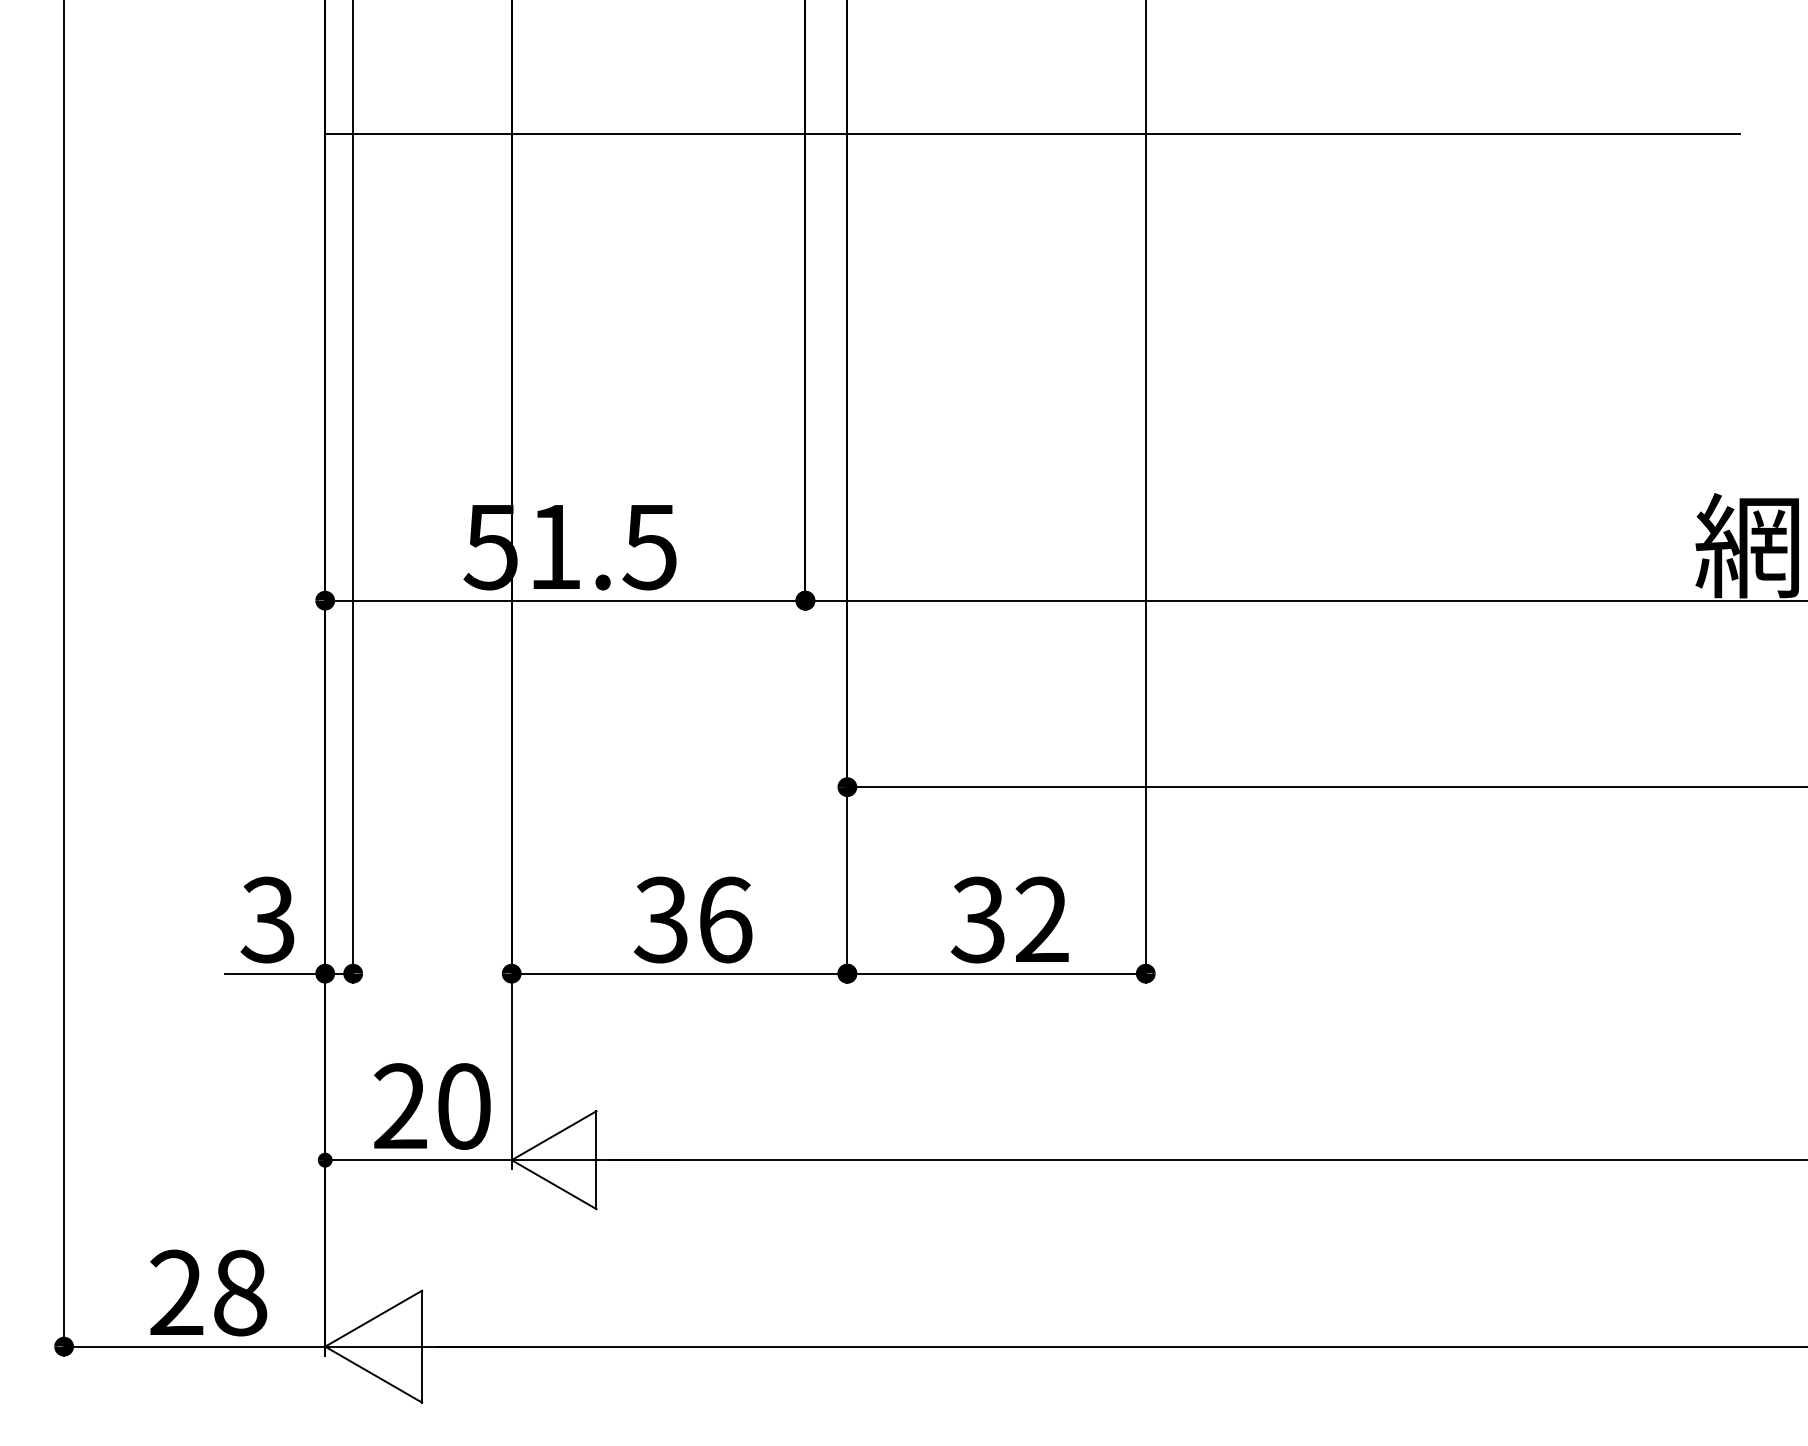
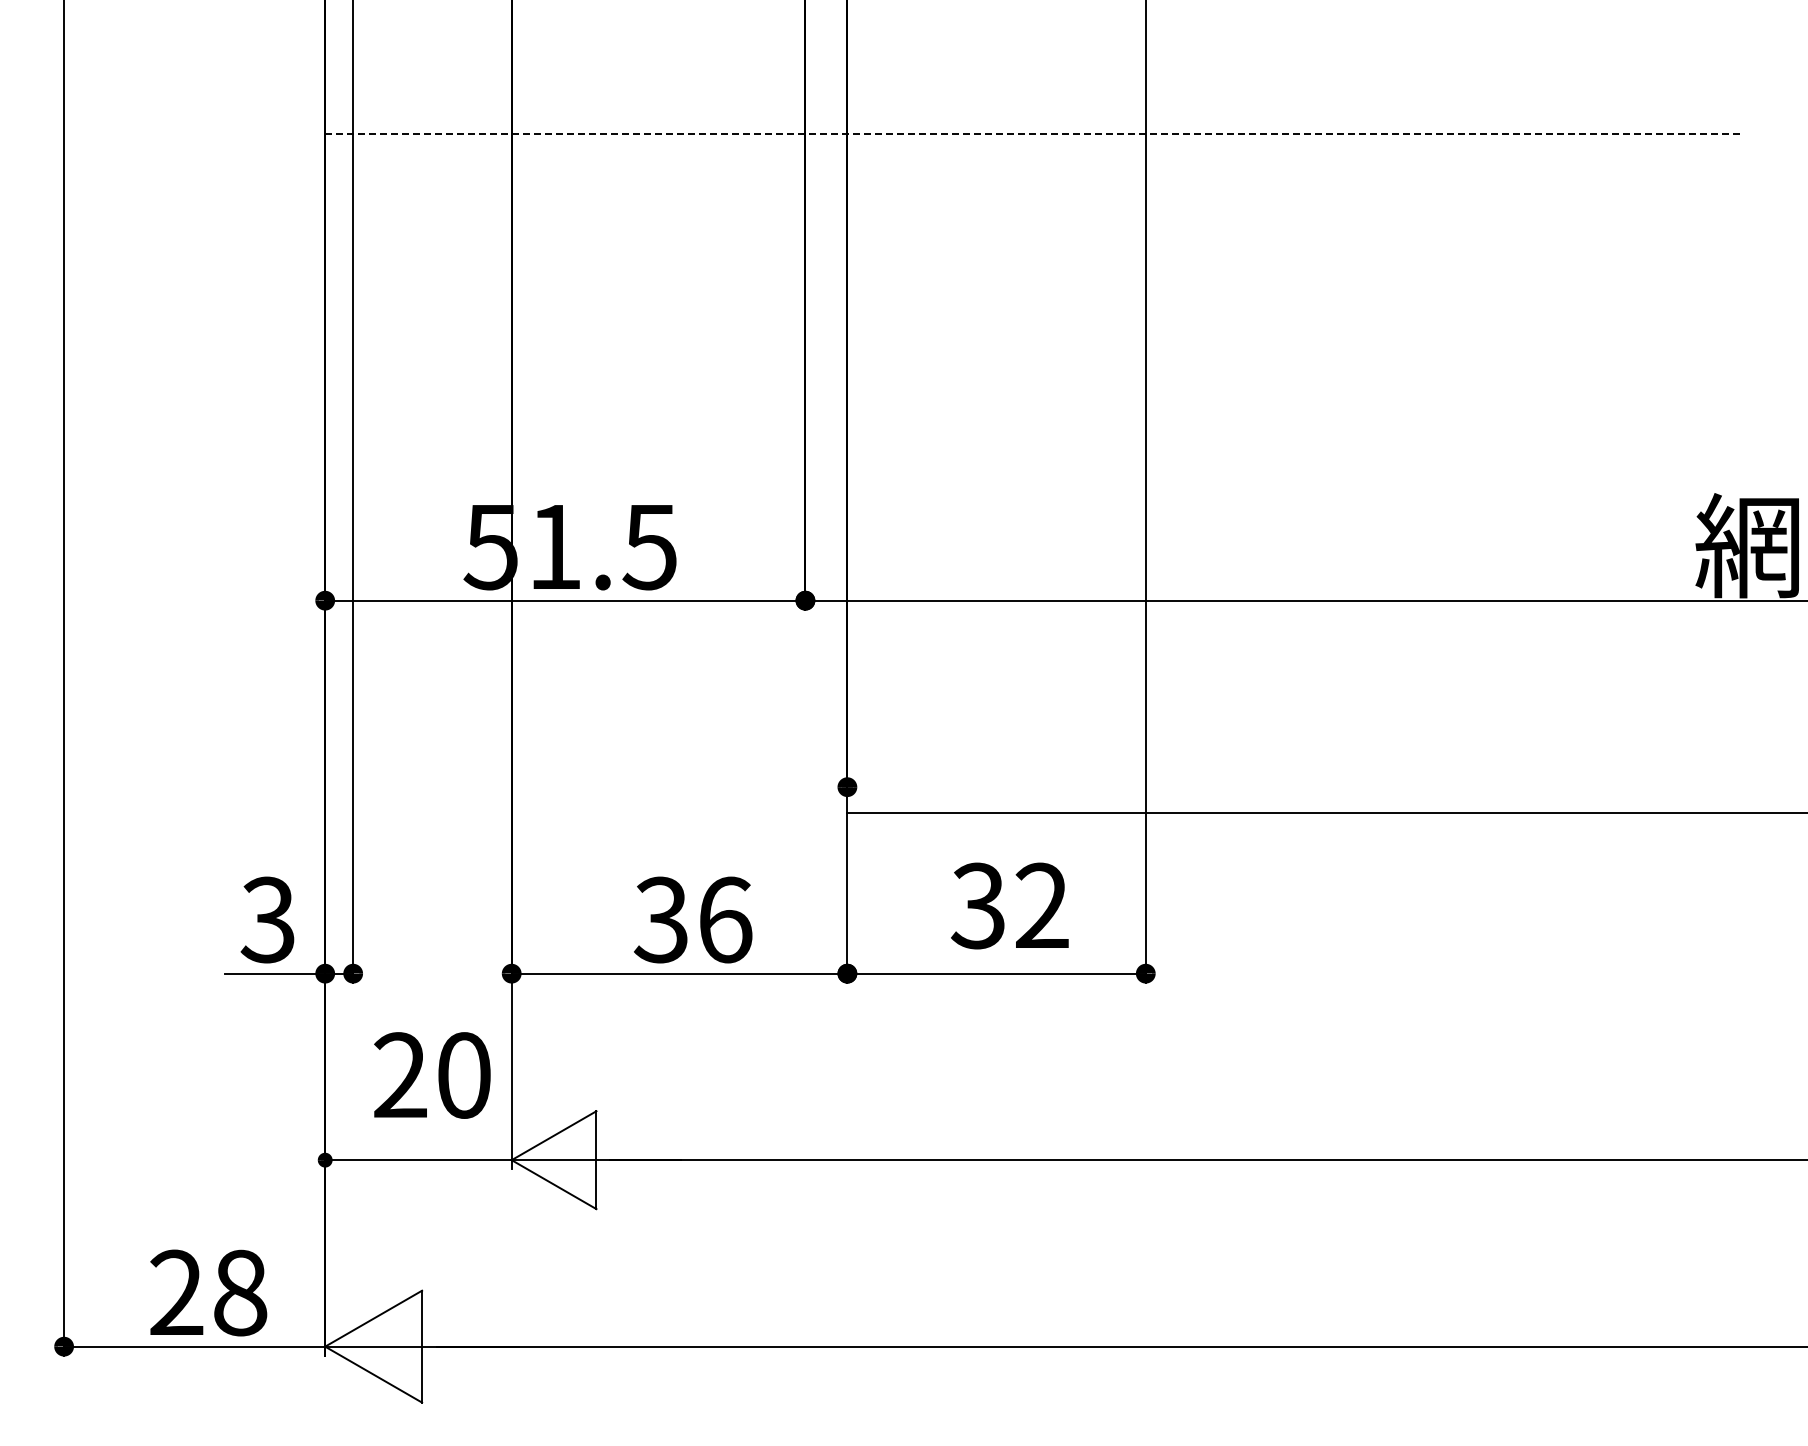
line at (1032, 134): solid -> dashed
line at (1325, 787) position: (1325, 787) -> (1325, 813)
text at (1009, 919) position: (1009, 919) -> (1009, 905)
text at (432, 1106) position: (432, 1106) -> (432, 1075)
